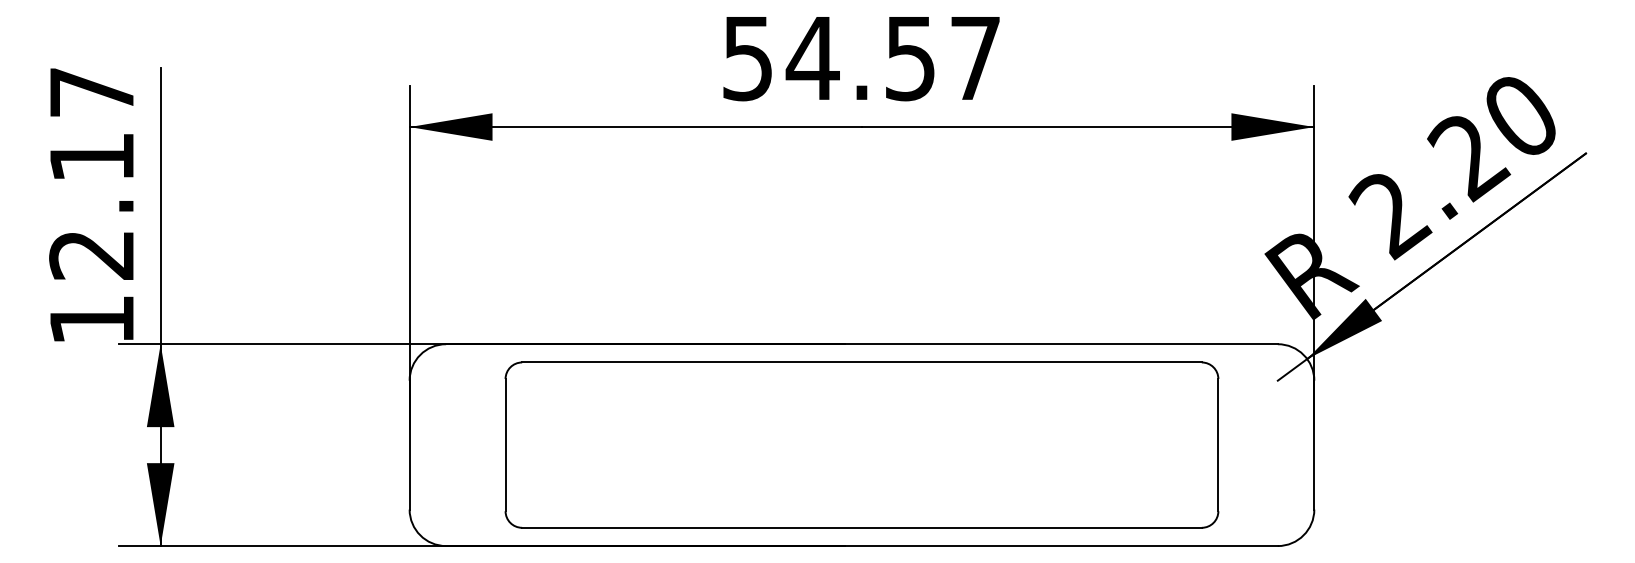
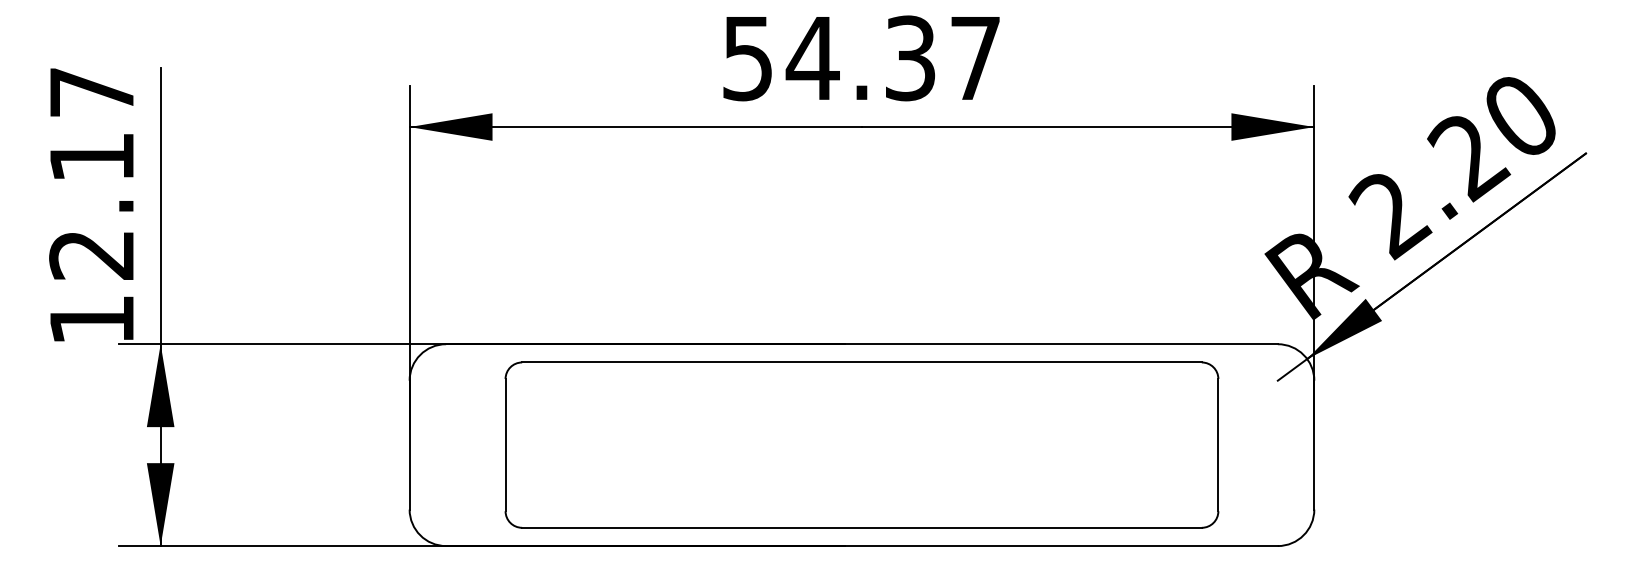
text at (910, 57): 54.57 -> 54.37
